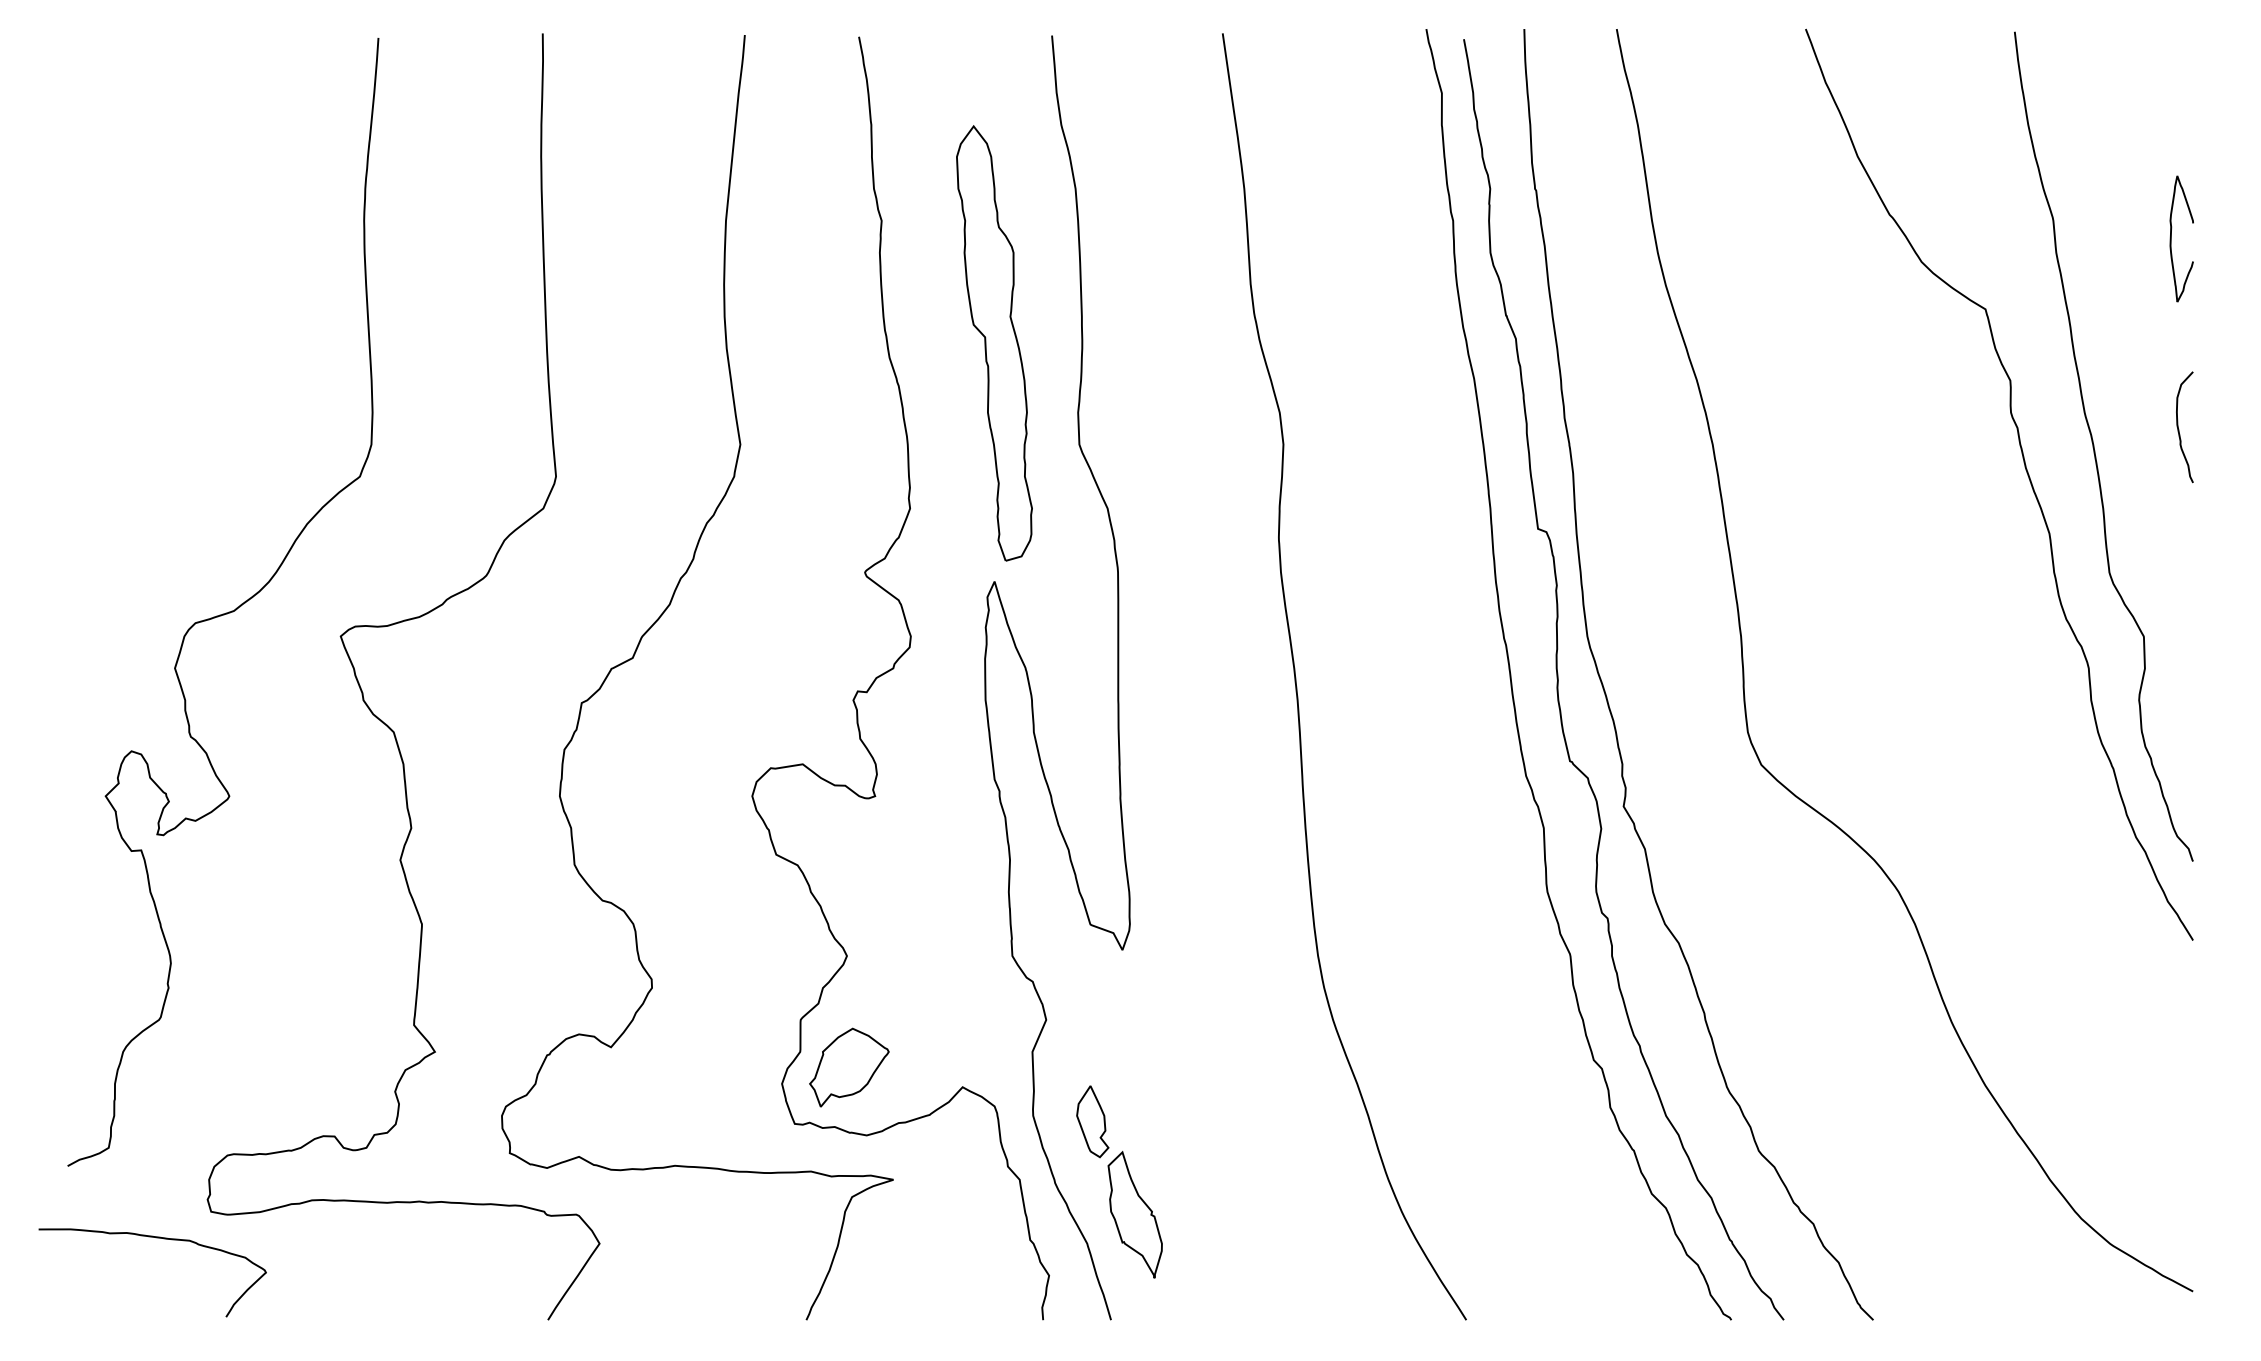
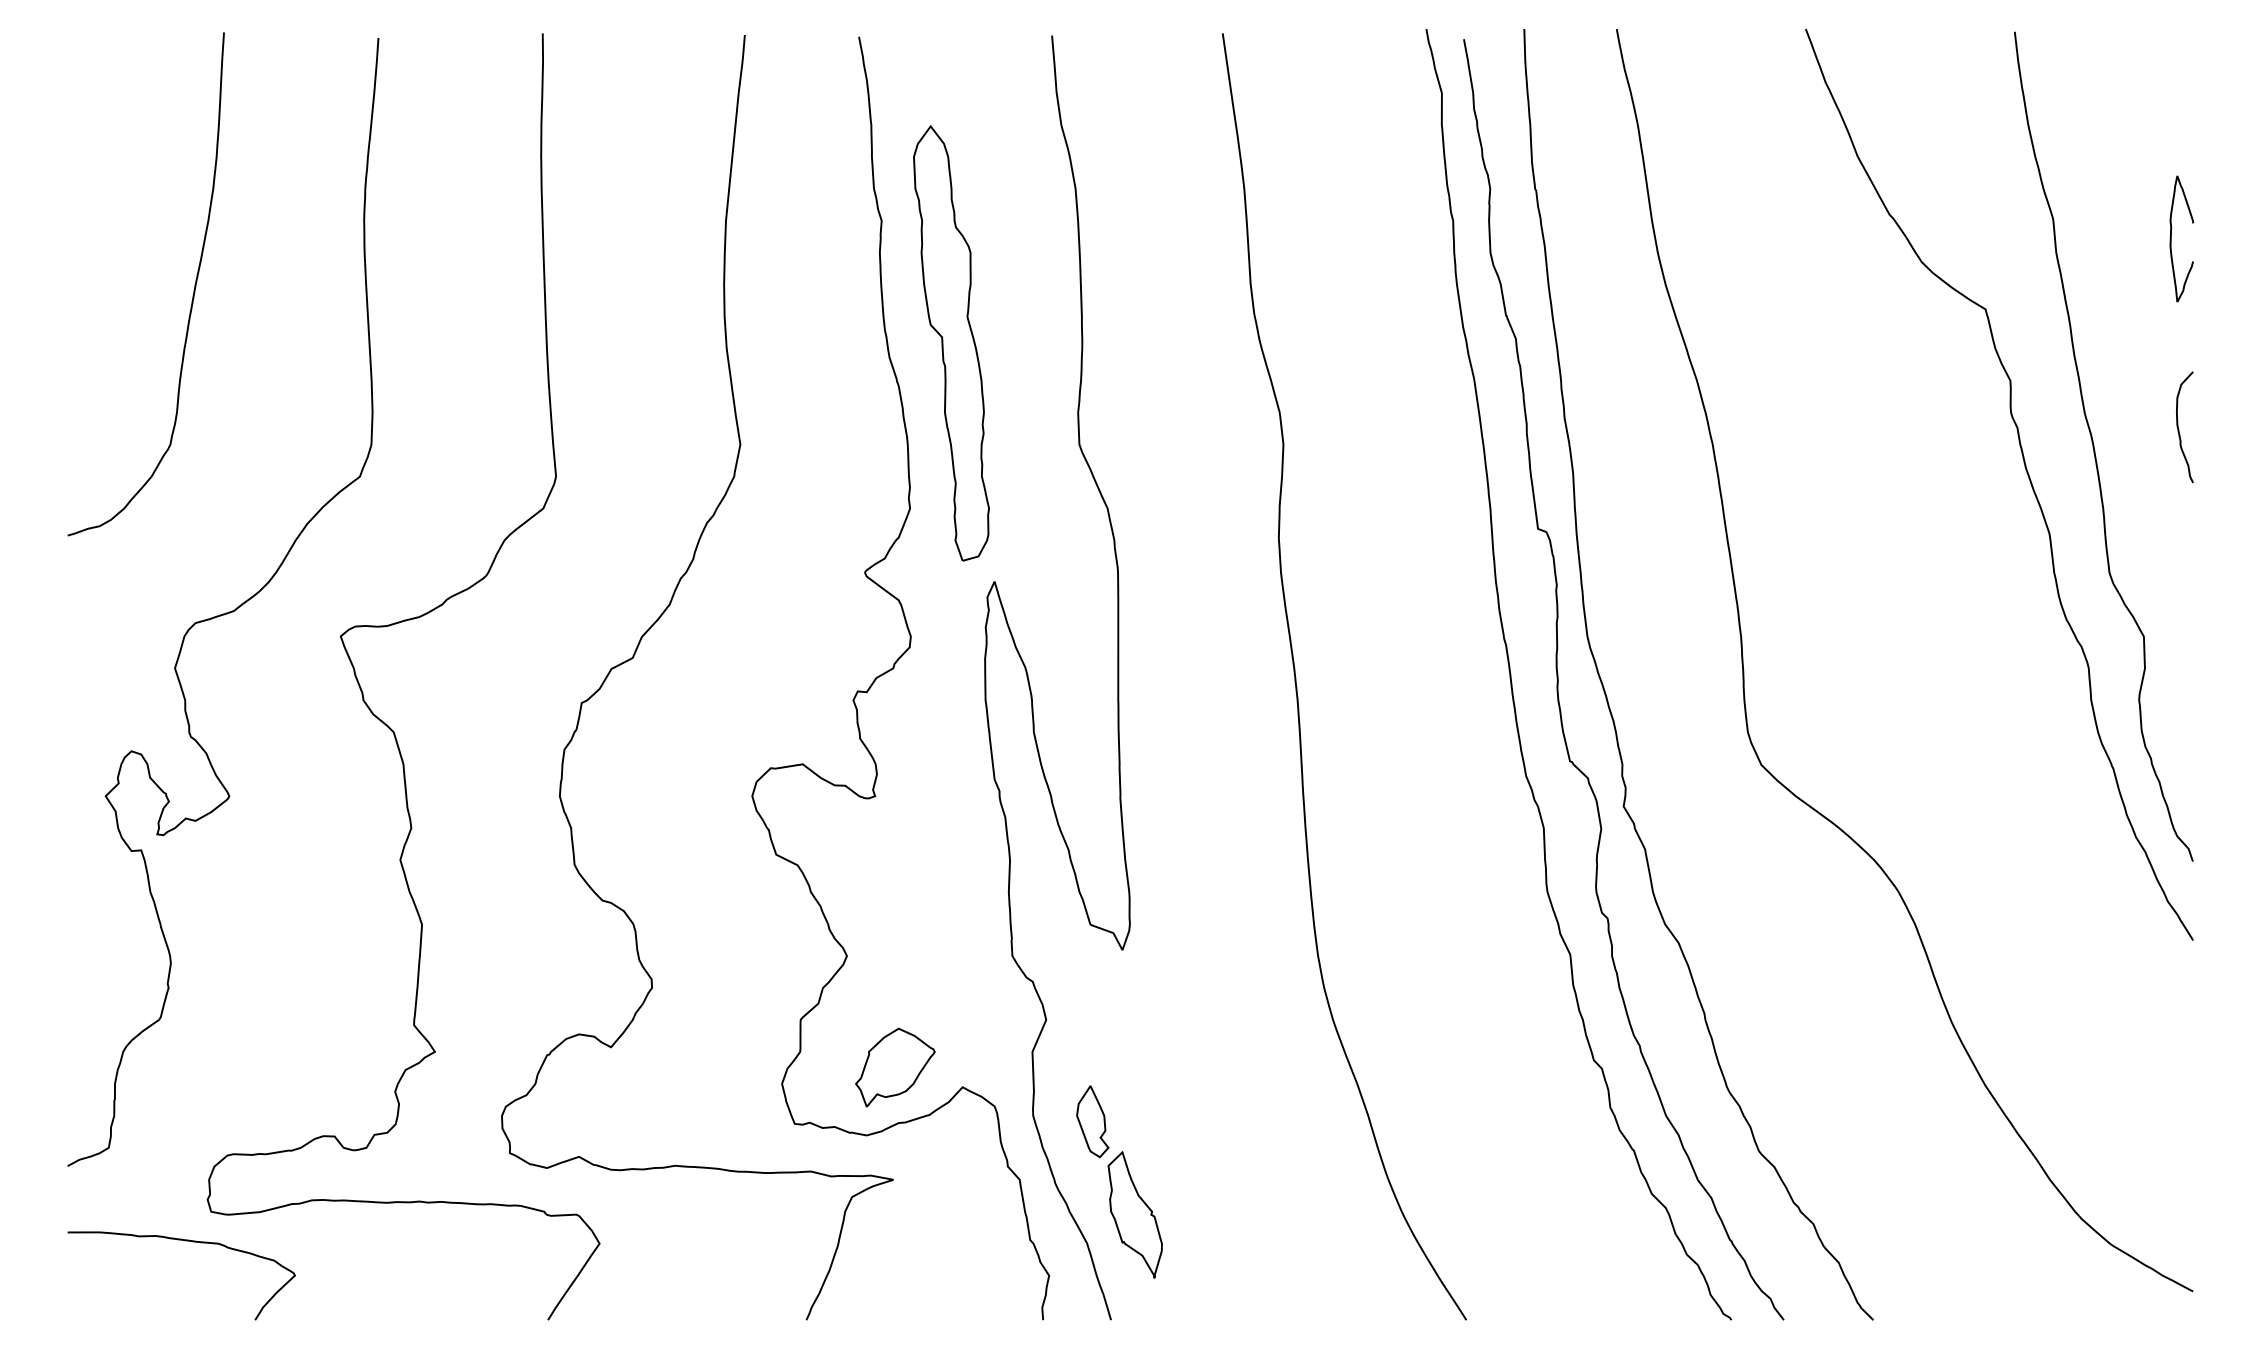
curve at (193, 289): none -> present
part at (994, 343) position: (994, 343) -> (951, 343)
part at (849, 1067) position: (849, 1067) -> (895, 1067)
curve at (156, 1238) position: (156, 1238) -> (185, 1241)
